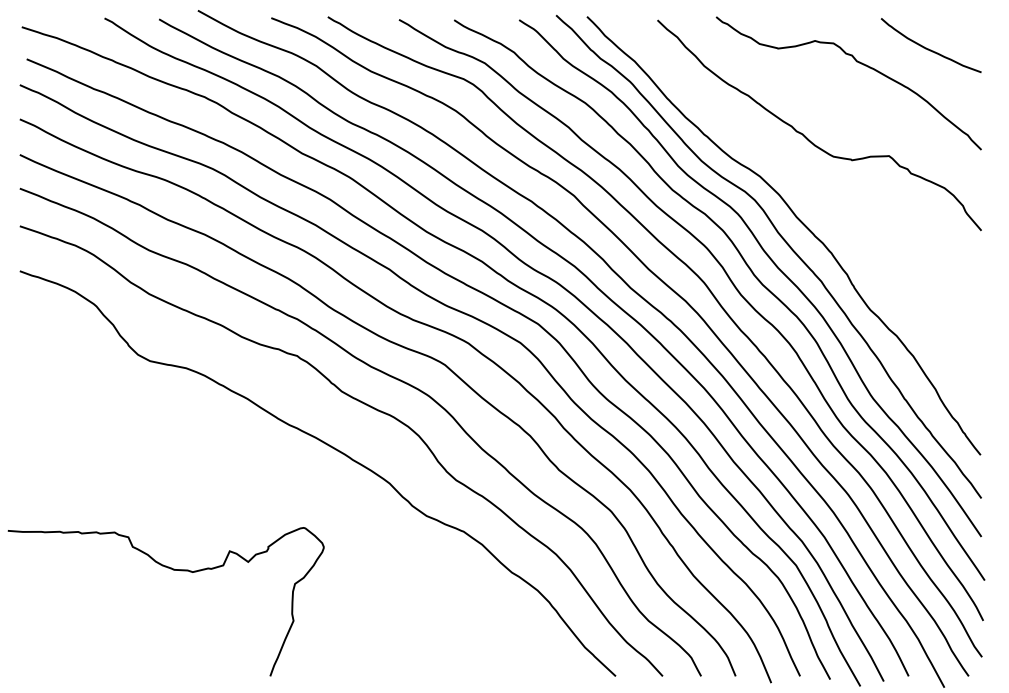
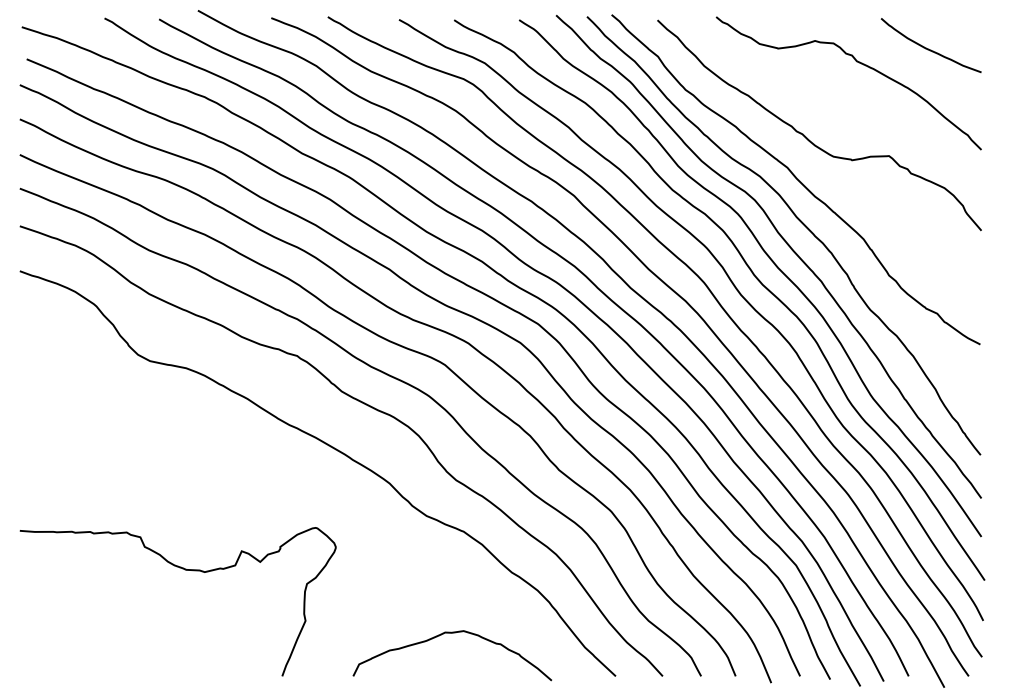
curve at (795, 178): none -> present
curve at (173, 570) position: (173, 570) -> (185, 570)
curve at (452, 633): none -> present
